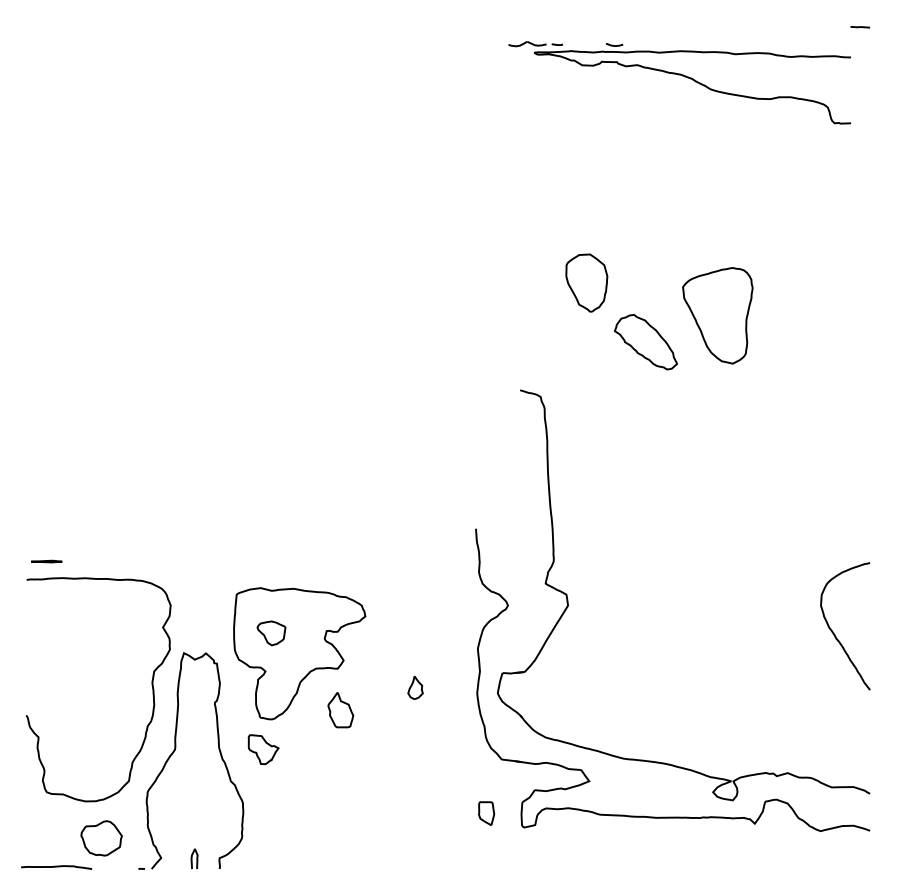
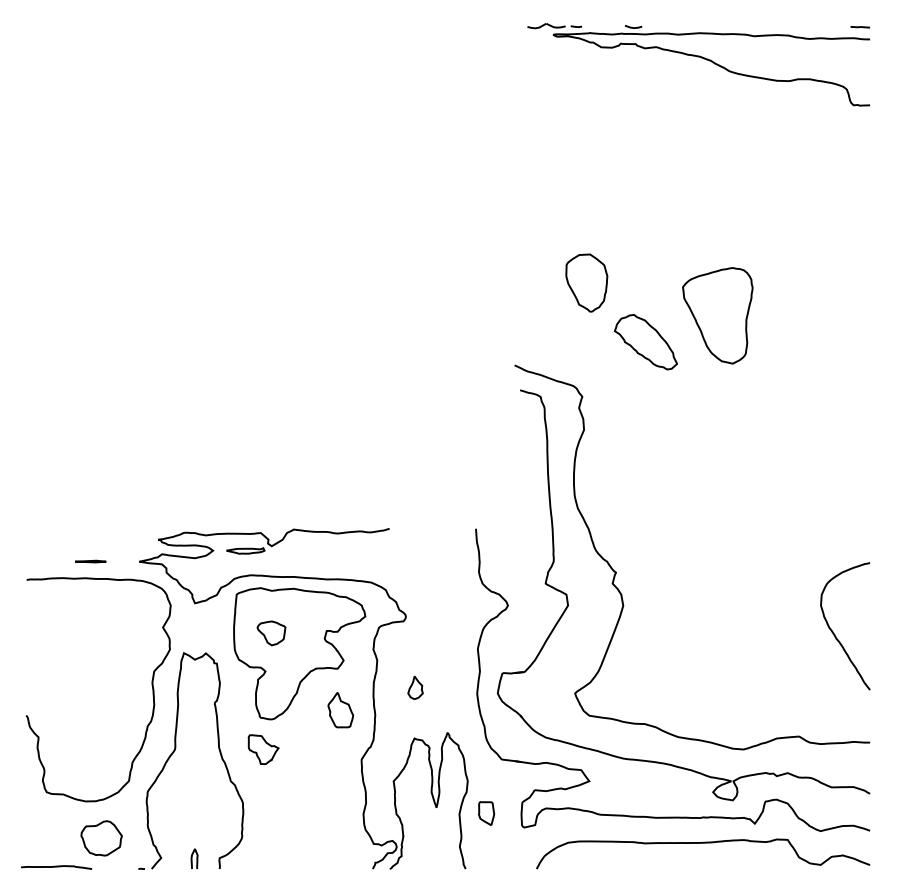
part at (682, 76) position: (682, 76) -> (701, 58)
line at (46, 561) position: (46, 561) -> (90, 561)
curve at (616, 571): none -> present
part at (372, 698): none -> present
curve at (703, 843): none -> present
